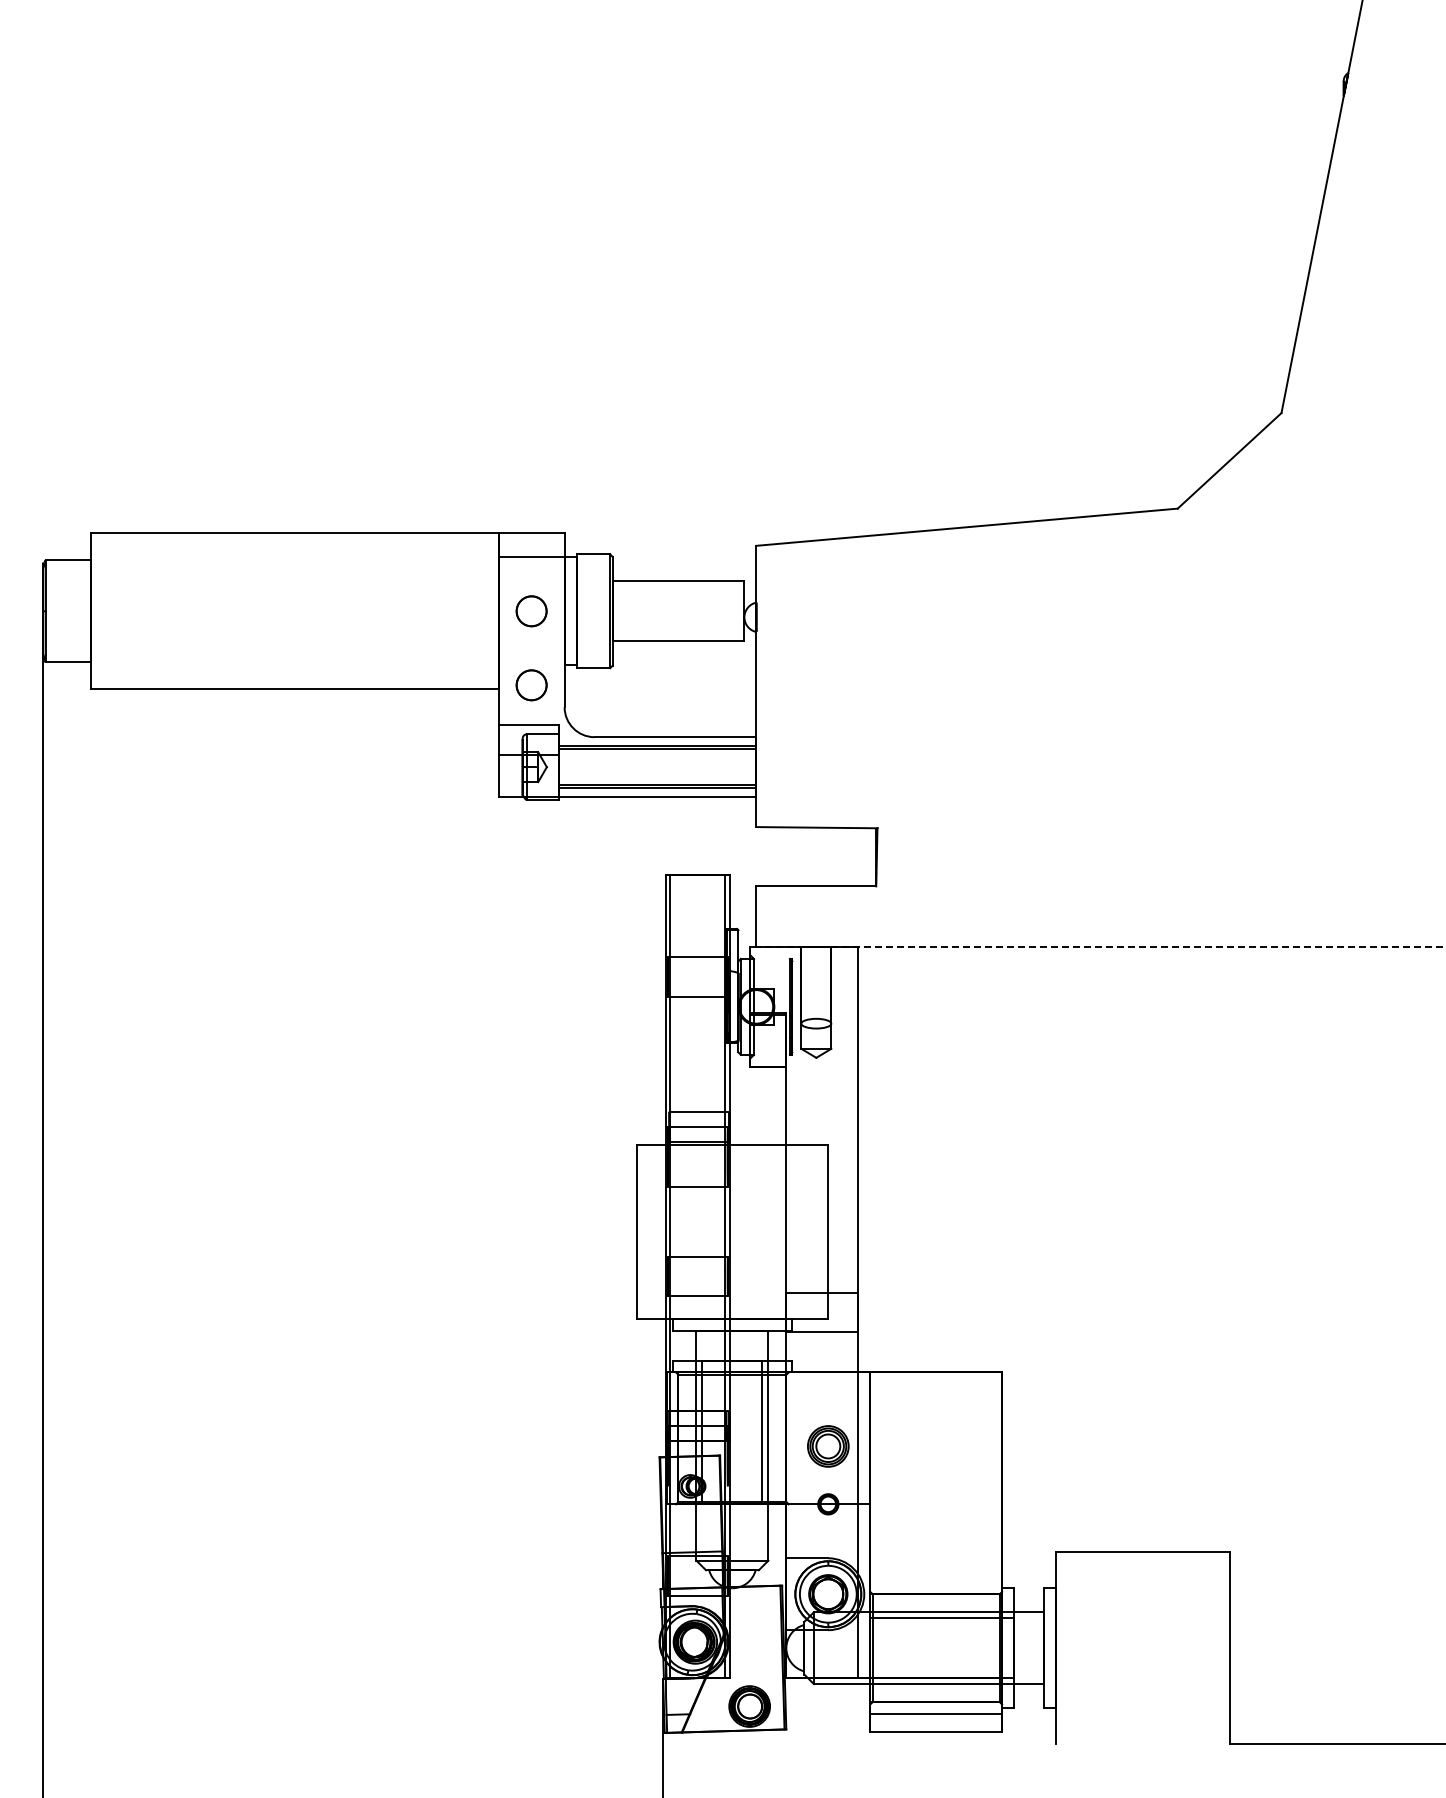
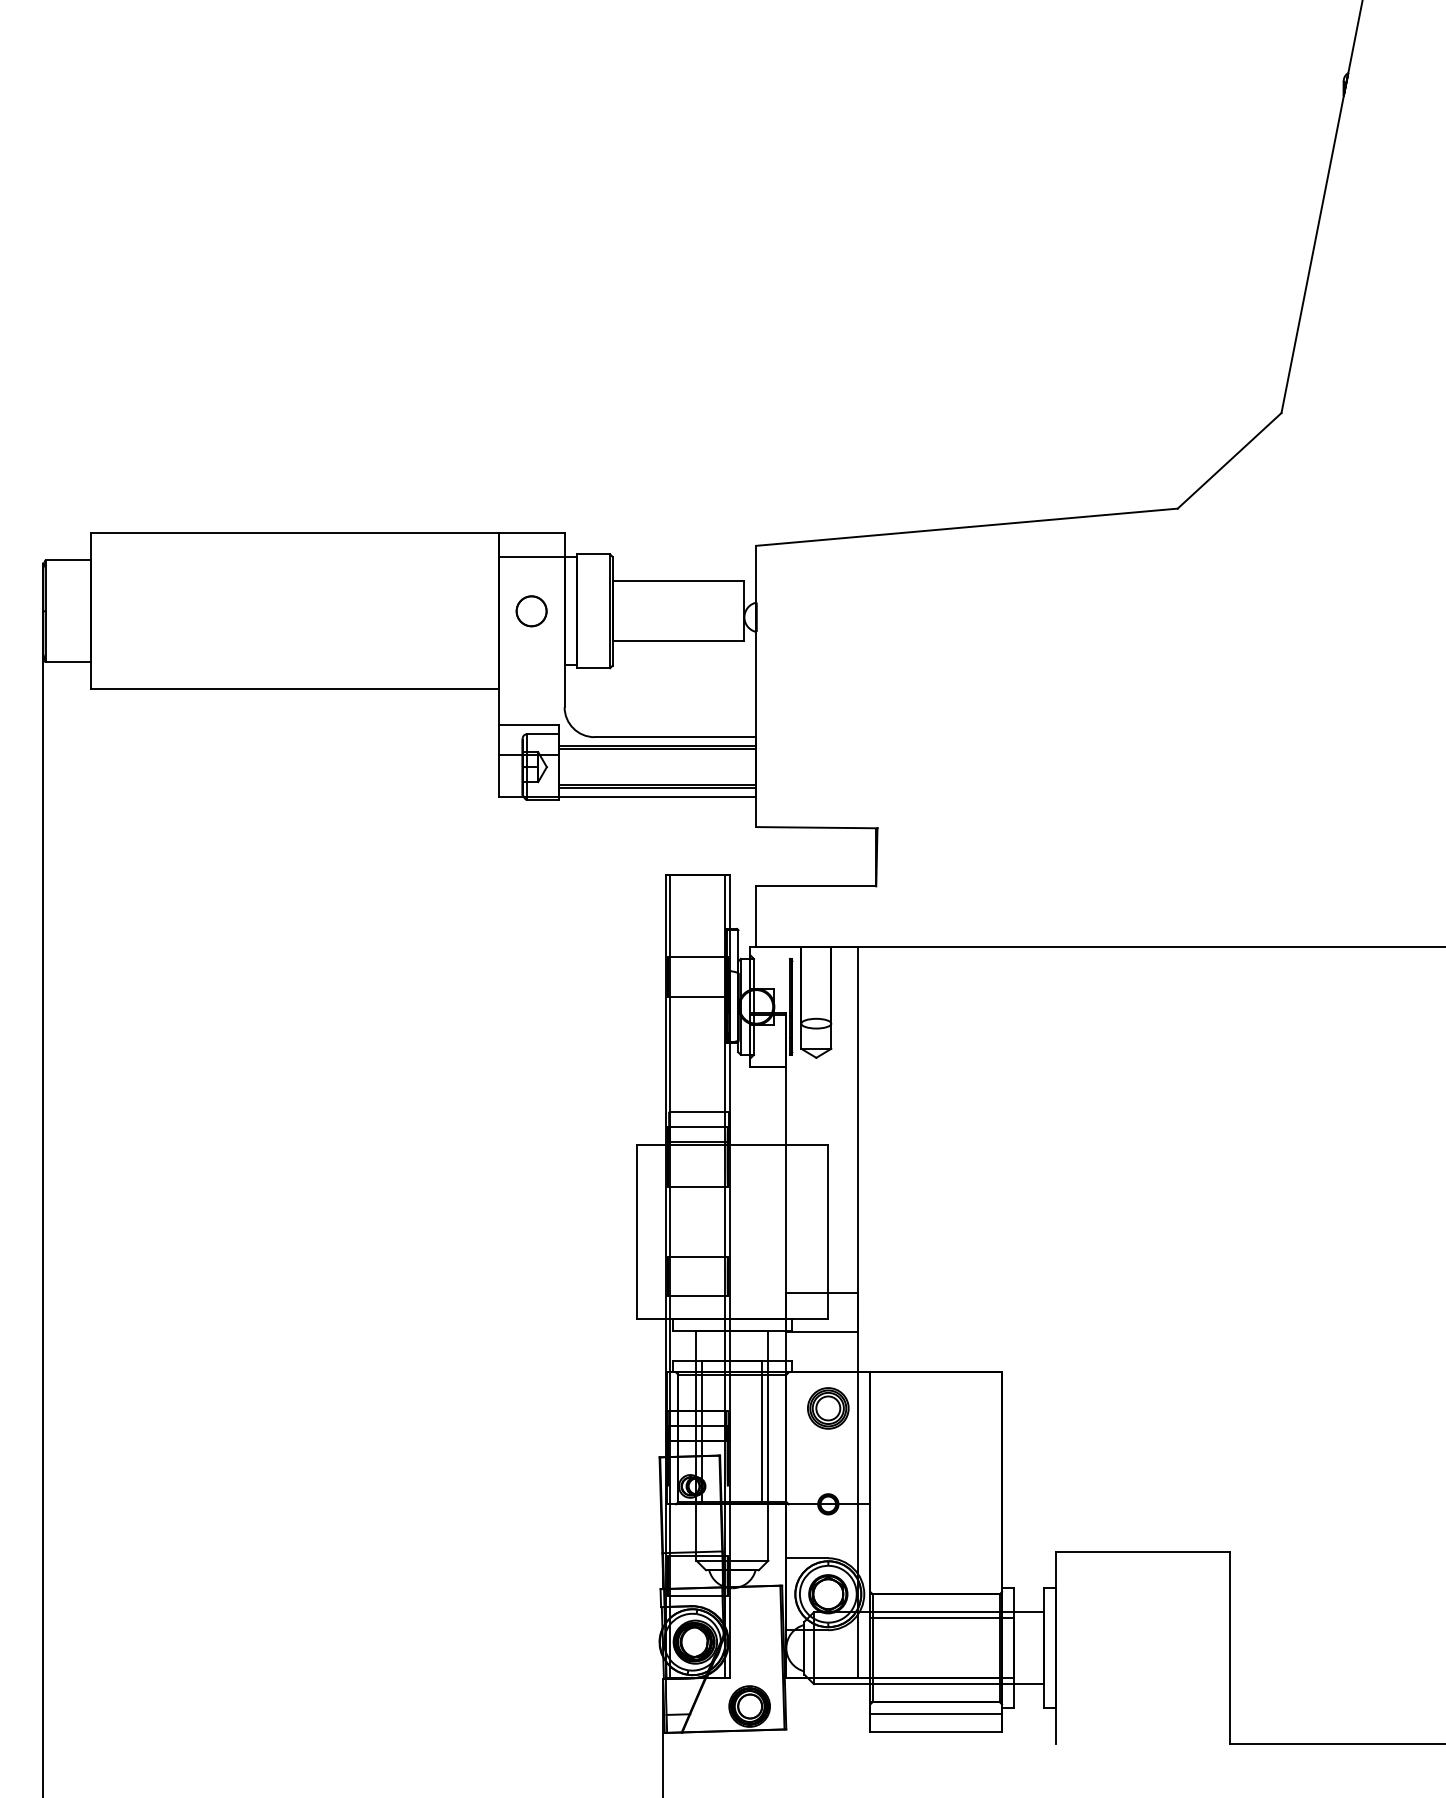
part at (531, 685): present -> none
line at (1101, 946): dashed -> solid
part at (828, 1446) position: (828, 1446) -> (828, 1408)
